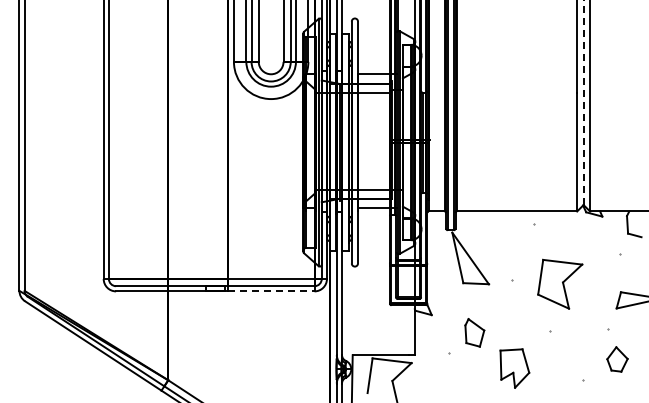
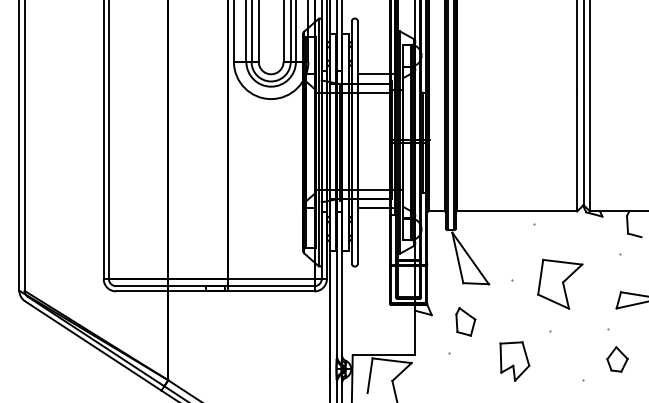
line at (583, 102): dashed -> solid
line at (271, 291): dashed -> solid
part at (474, 332) position: (474, 332) -> (465, 321)
part at (514, 368) position: (514, 368) -> (514, 361)
